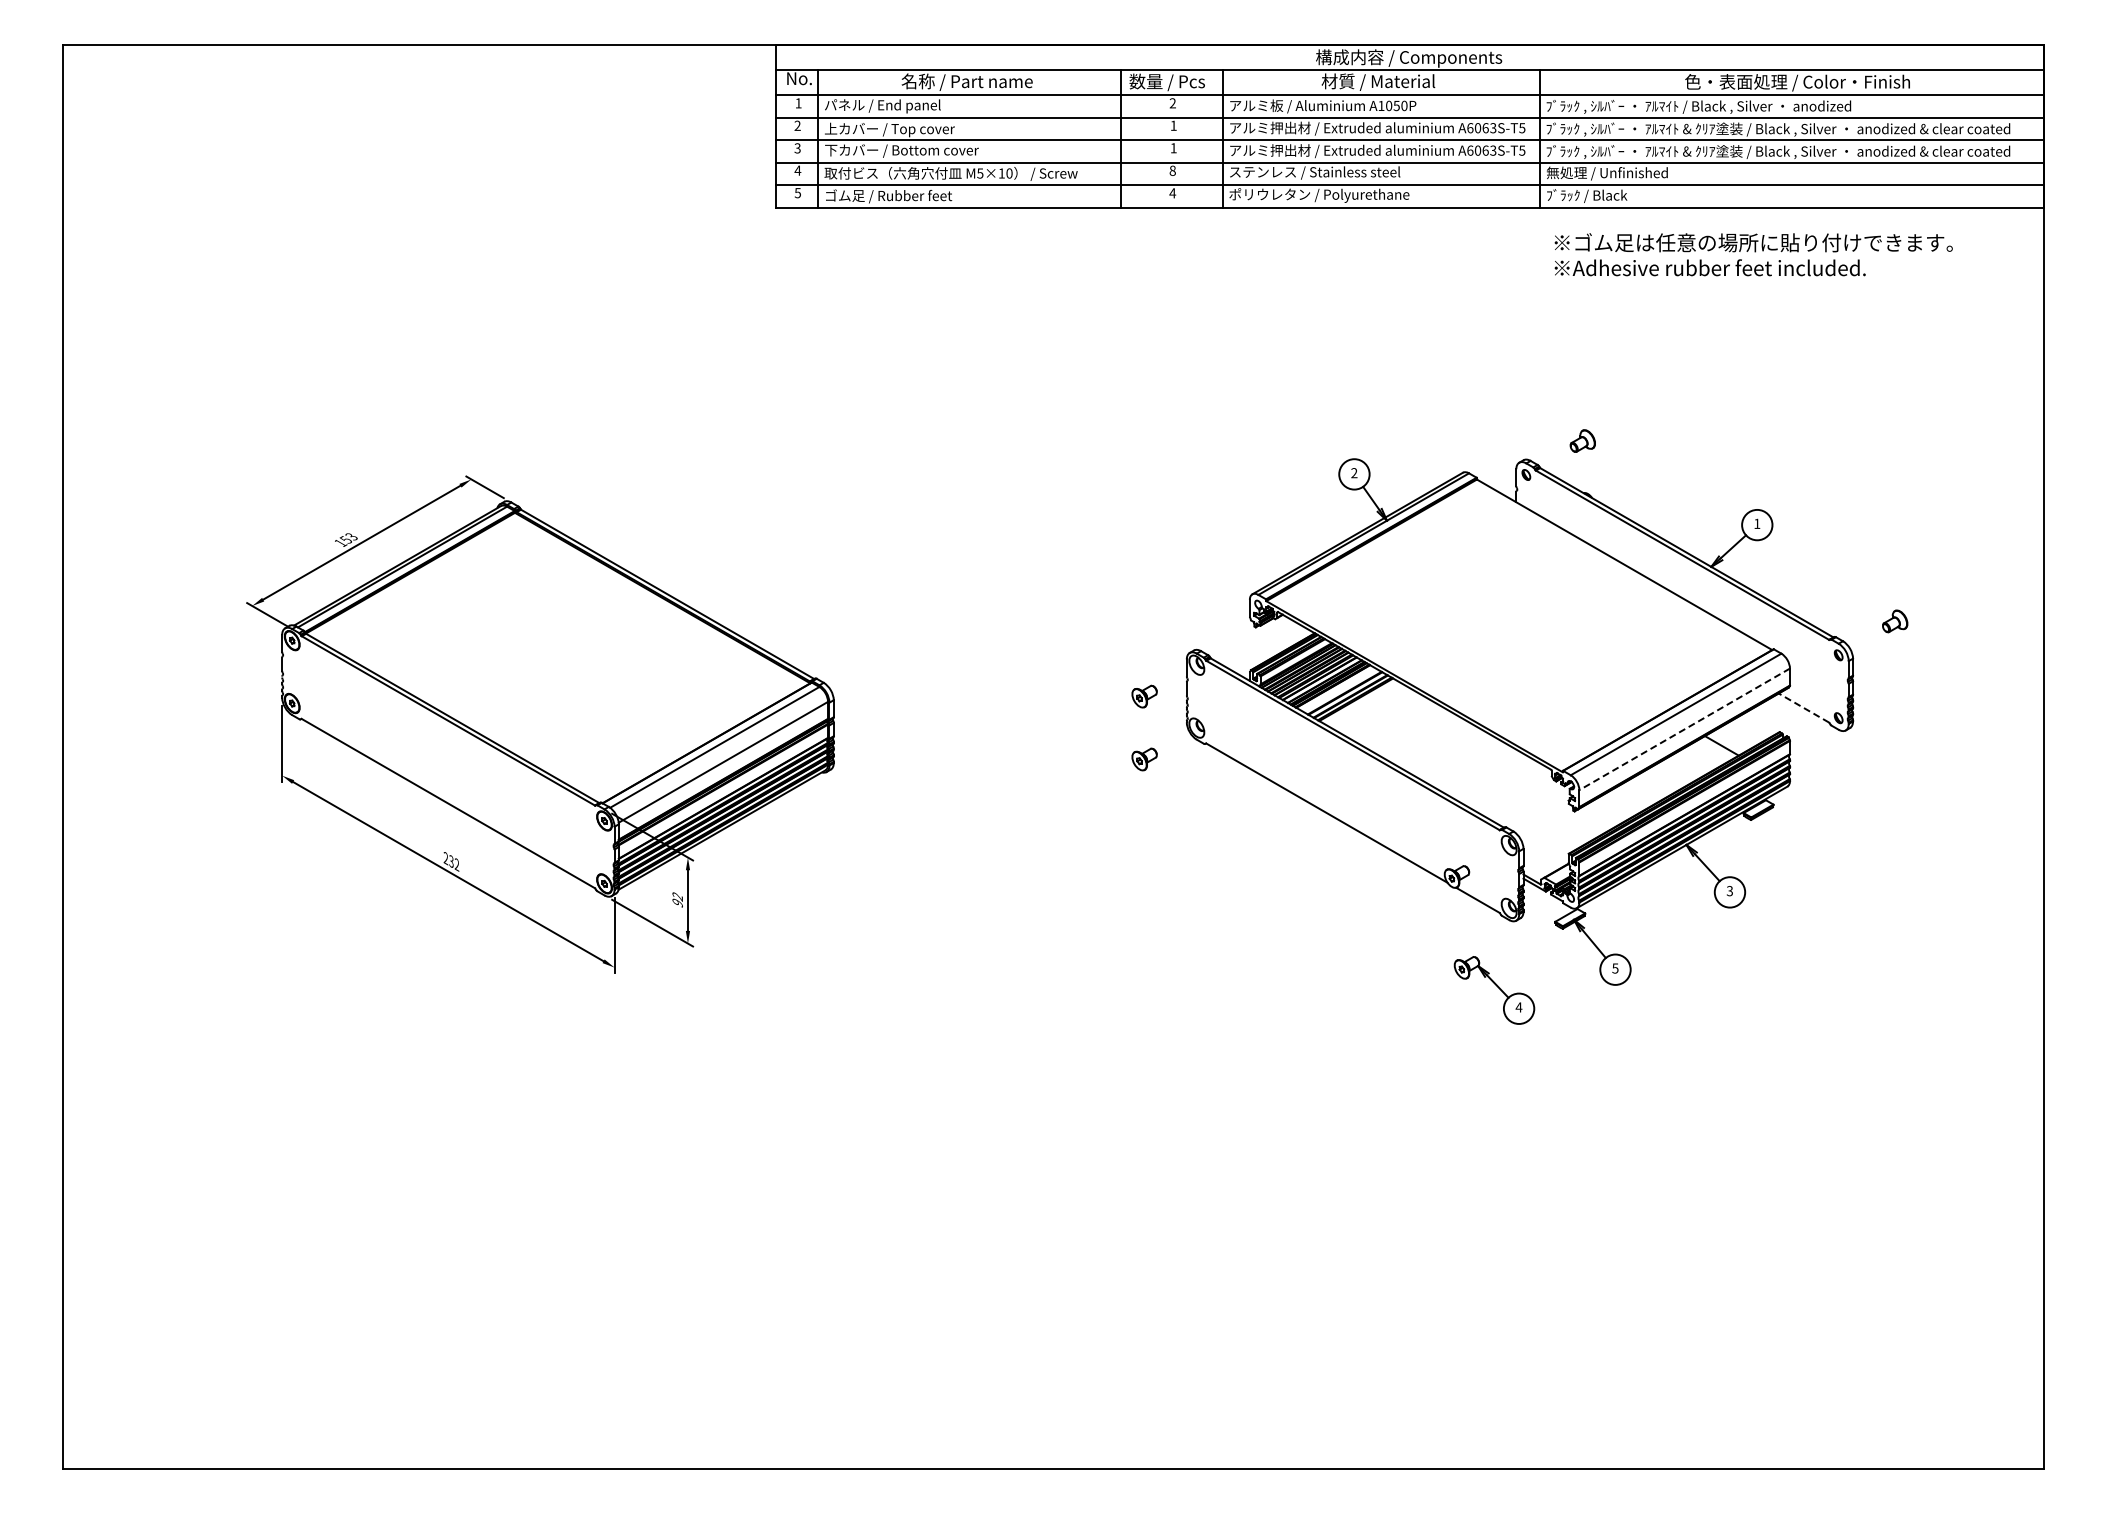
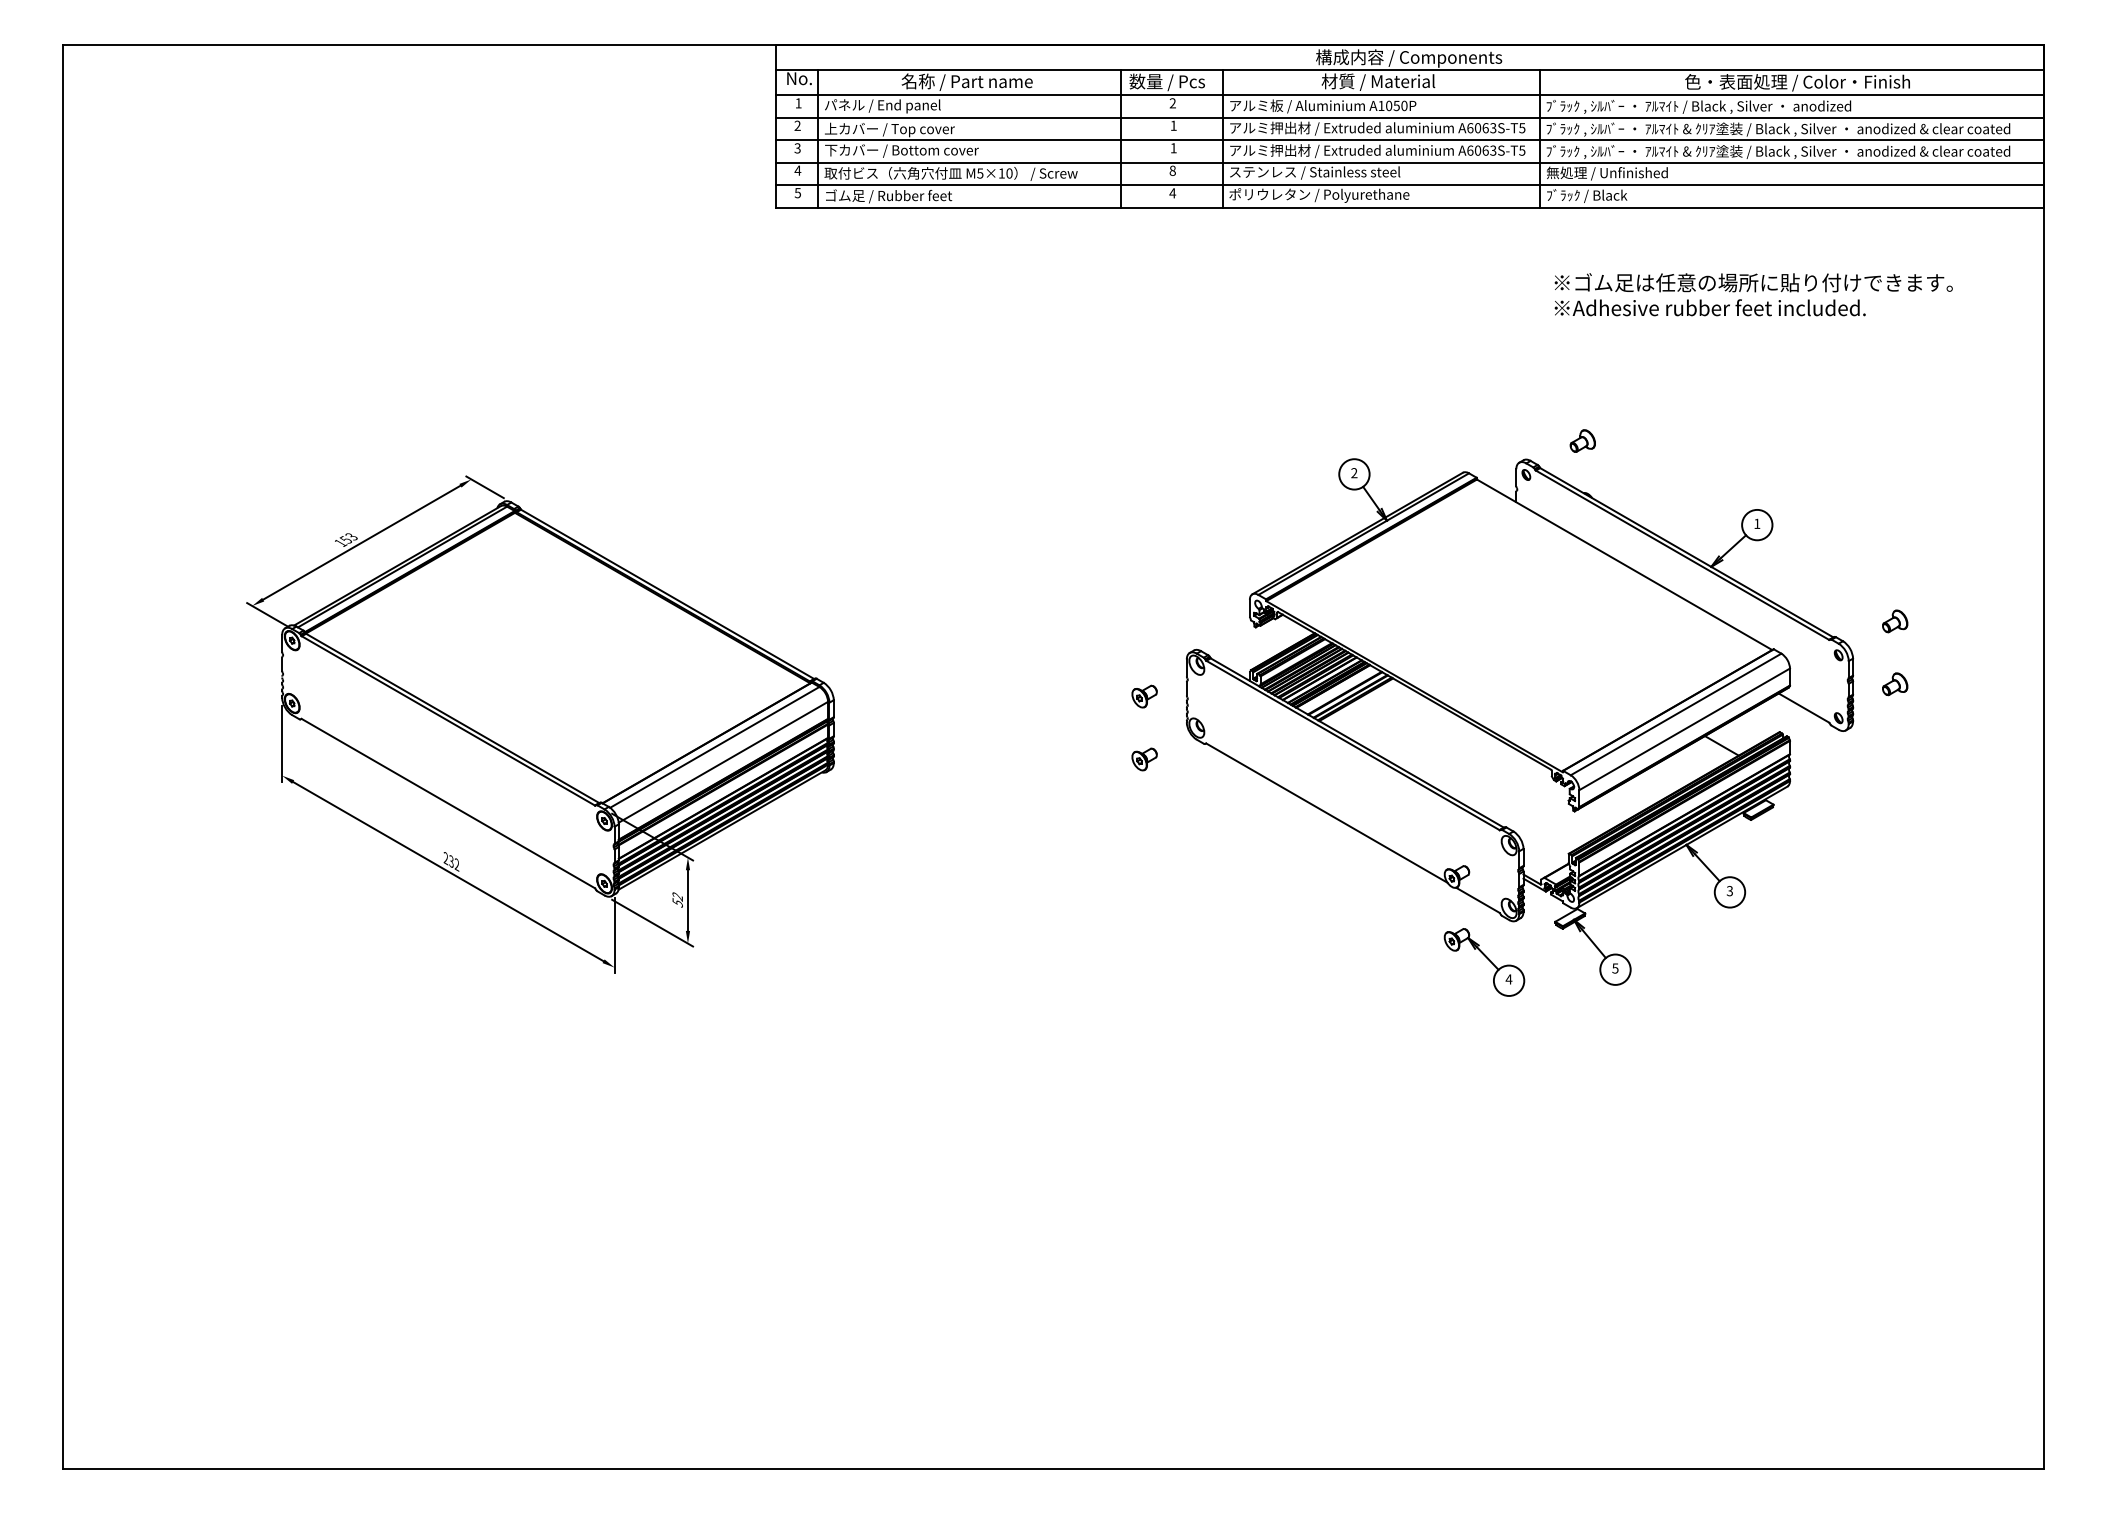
text at (1753, 254) position: (1753, 254) -> (1753, 294)
part at (1895, 684): none -> present
line at (1803, 707): dashed -> solid
line at (1684, 729): dashed -> solid
text at (677, 902): 92 -> 52
part at (1494, 990) position: (1494, 990) -> (1484, 962)
